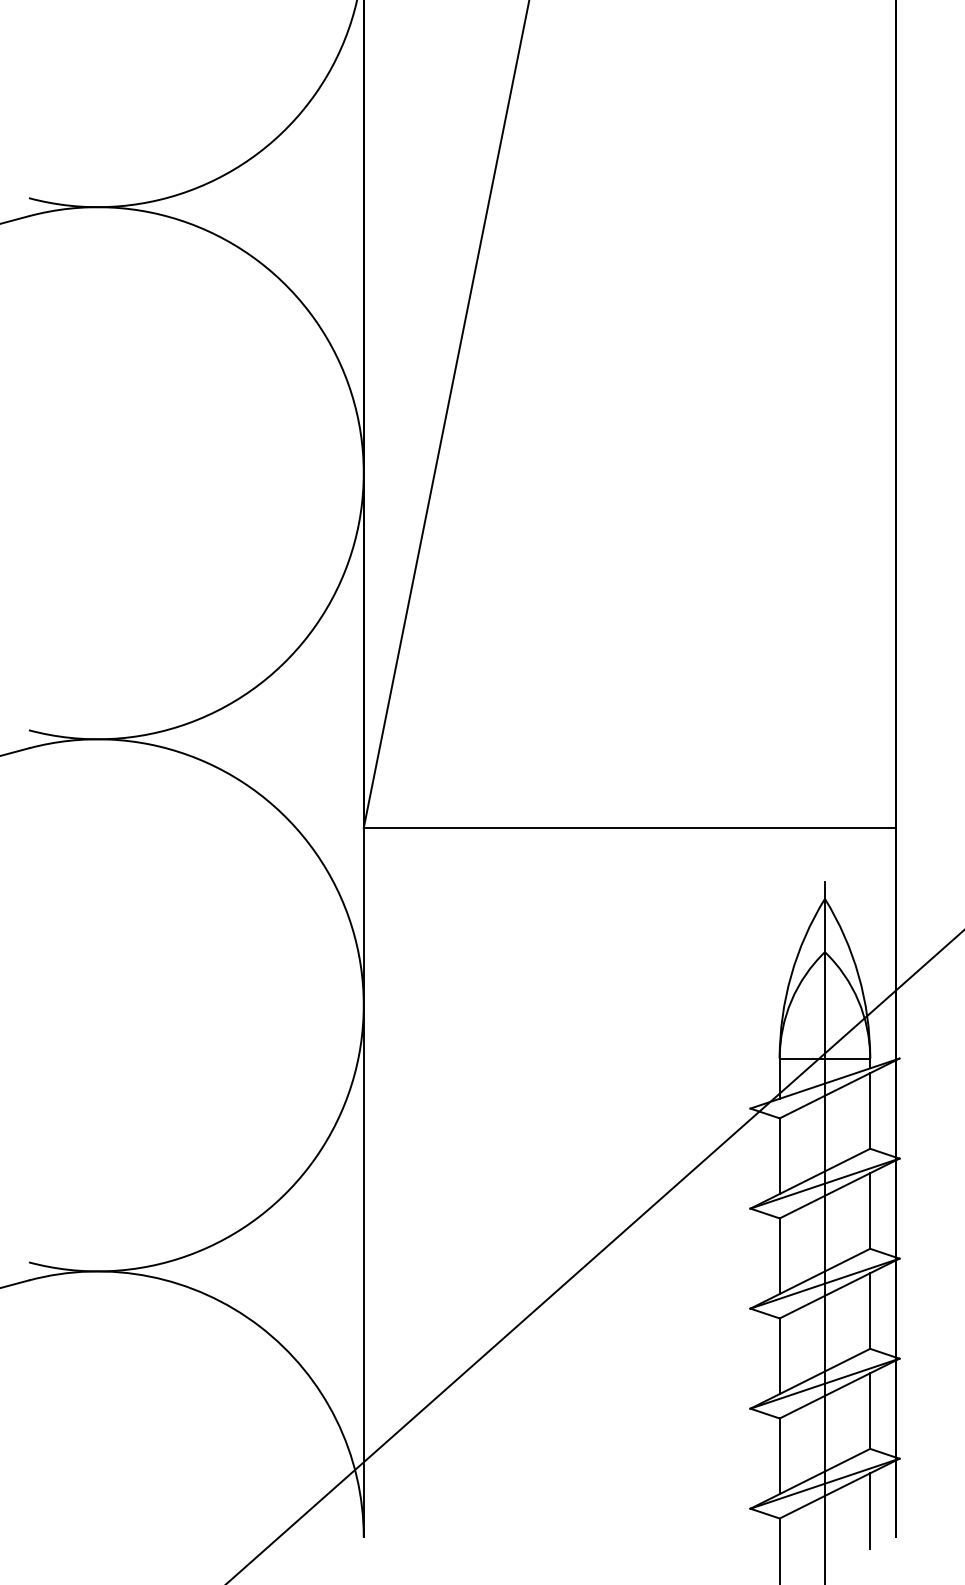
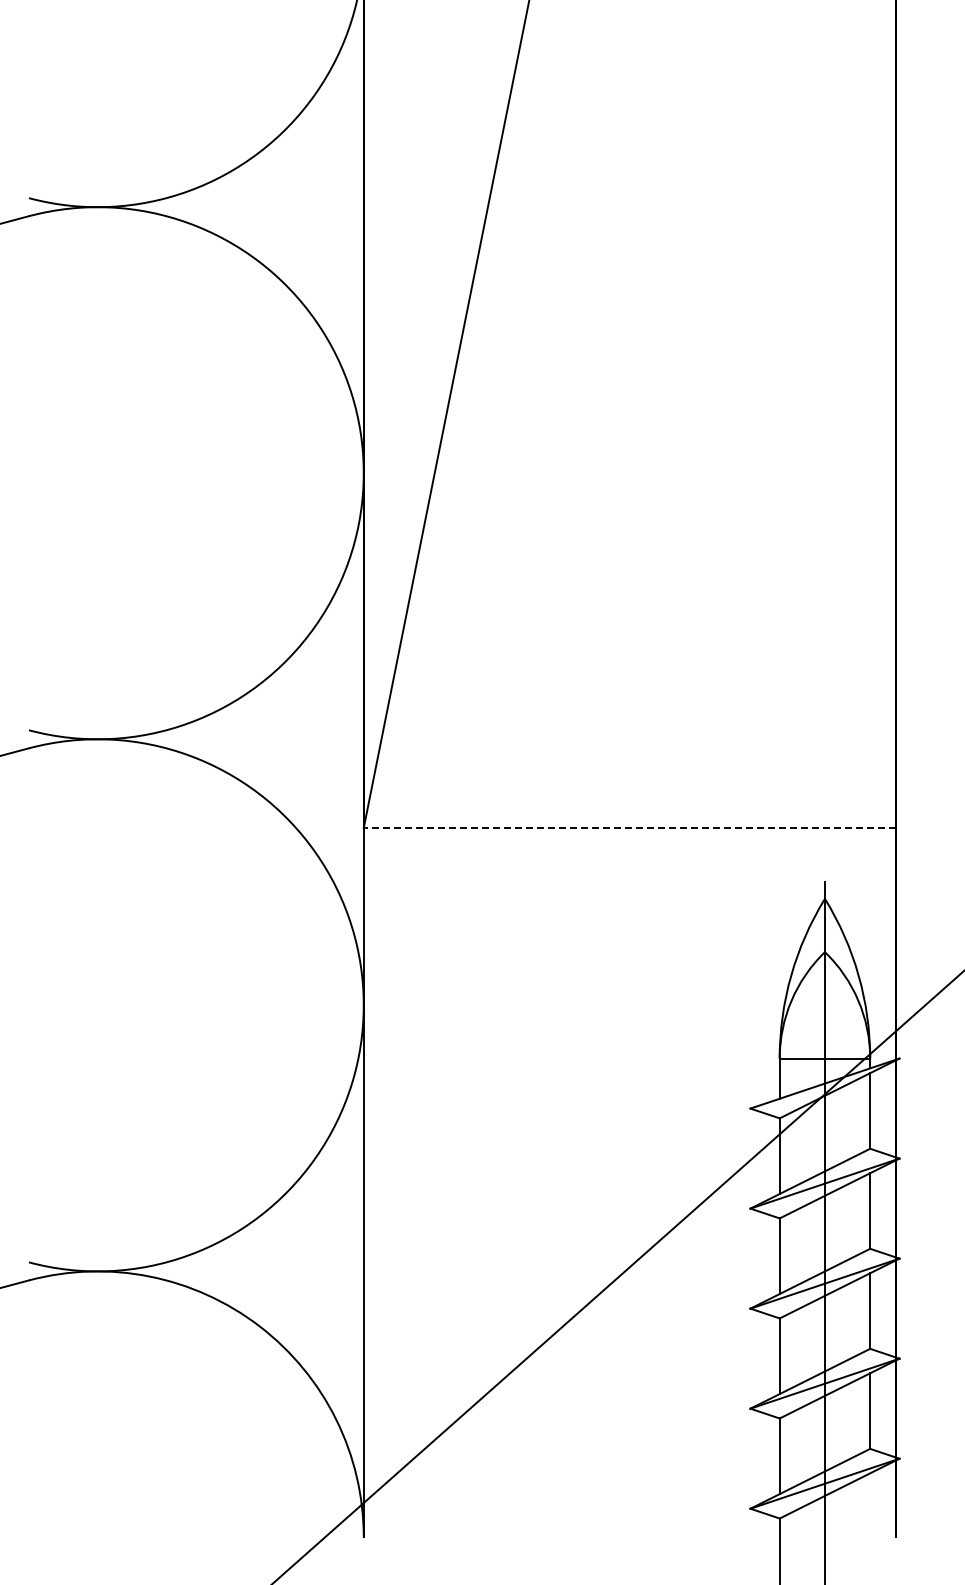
line at (629, 827): solid -> dashed
line at (595, 1256) position: (595, 1256) -> (617, 1277)
line at (870, 1510): present -> none
